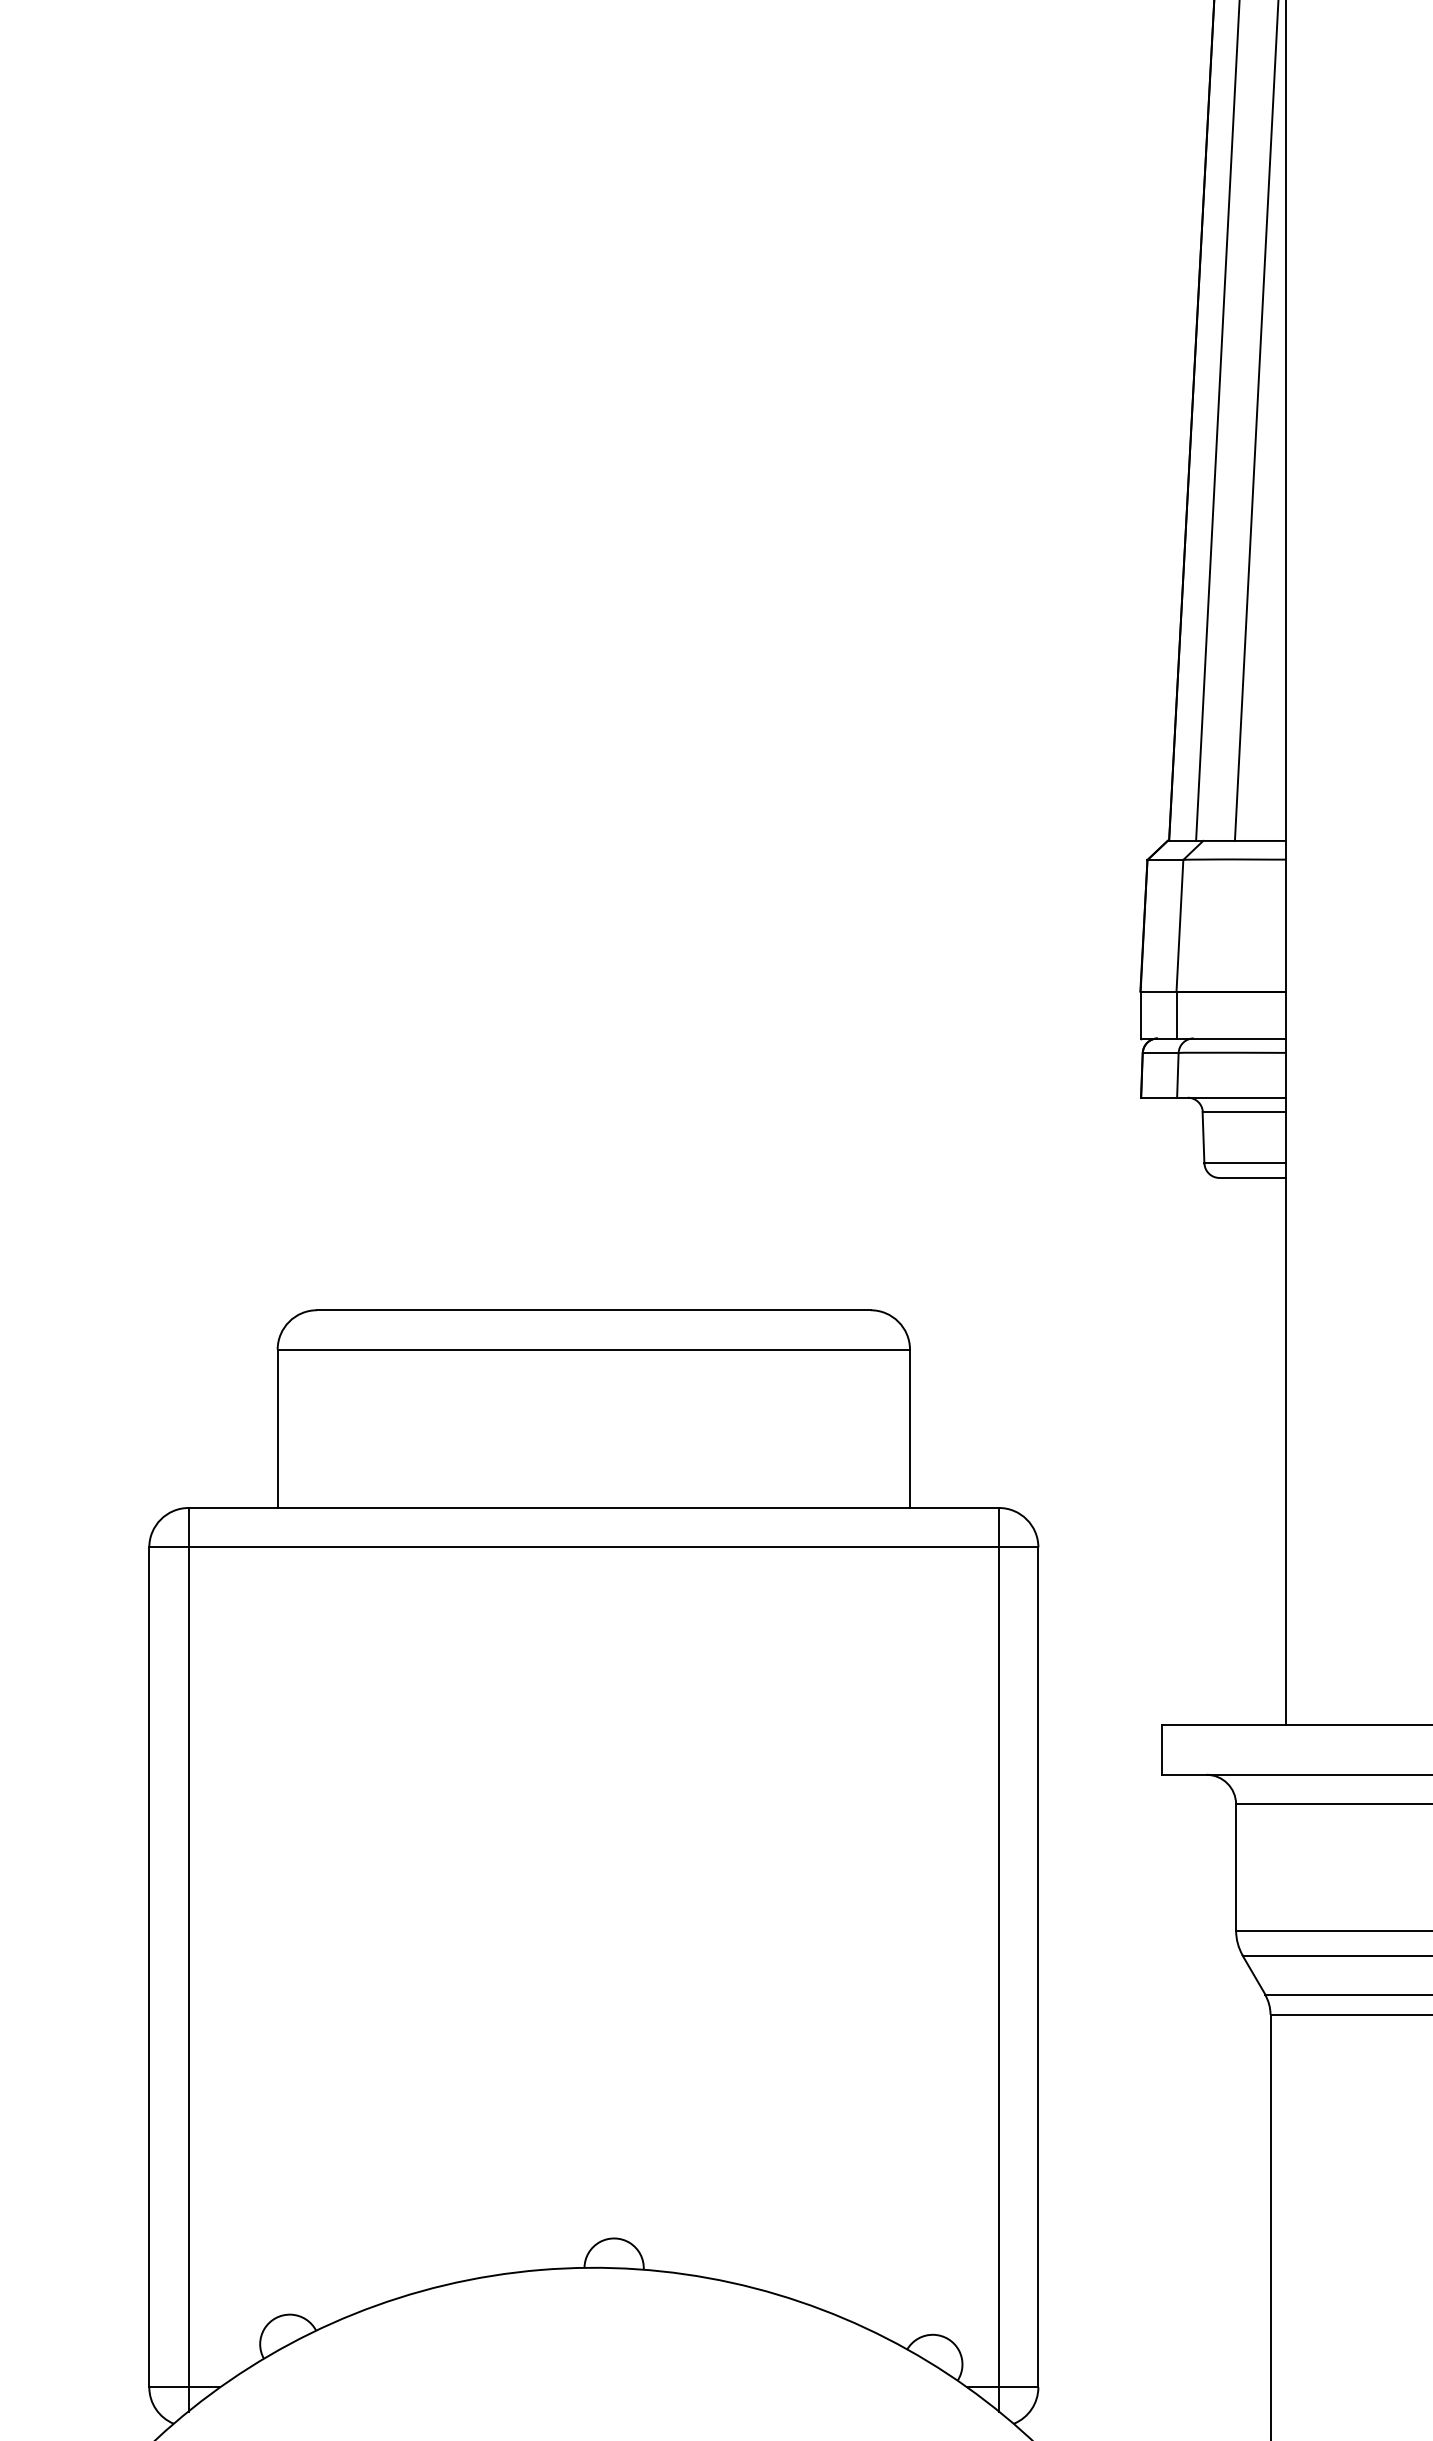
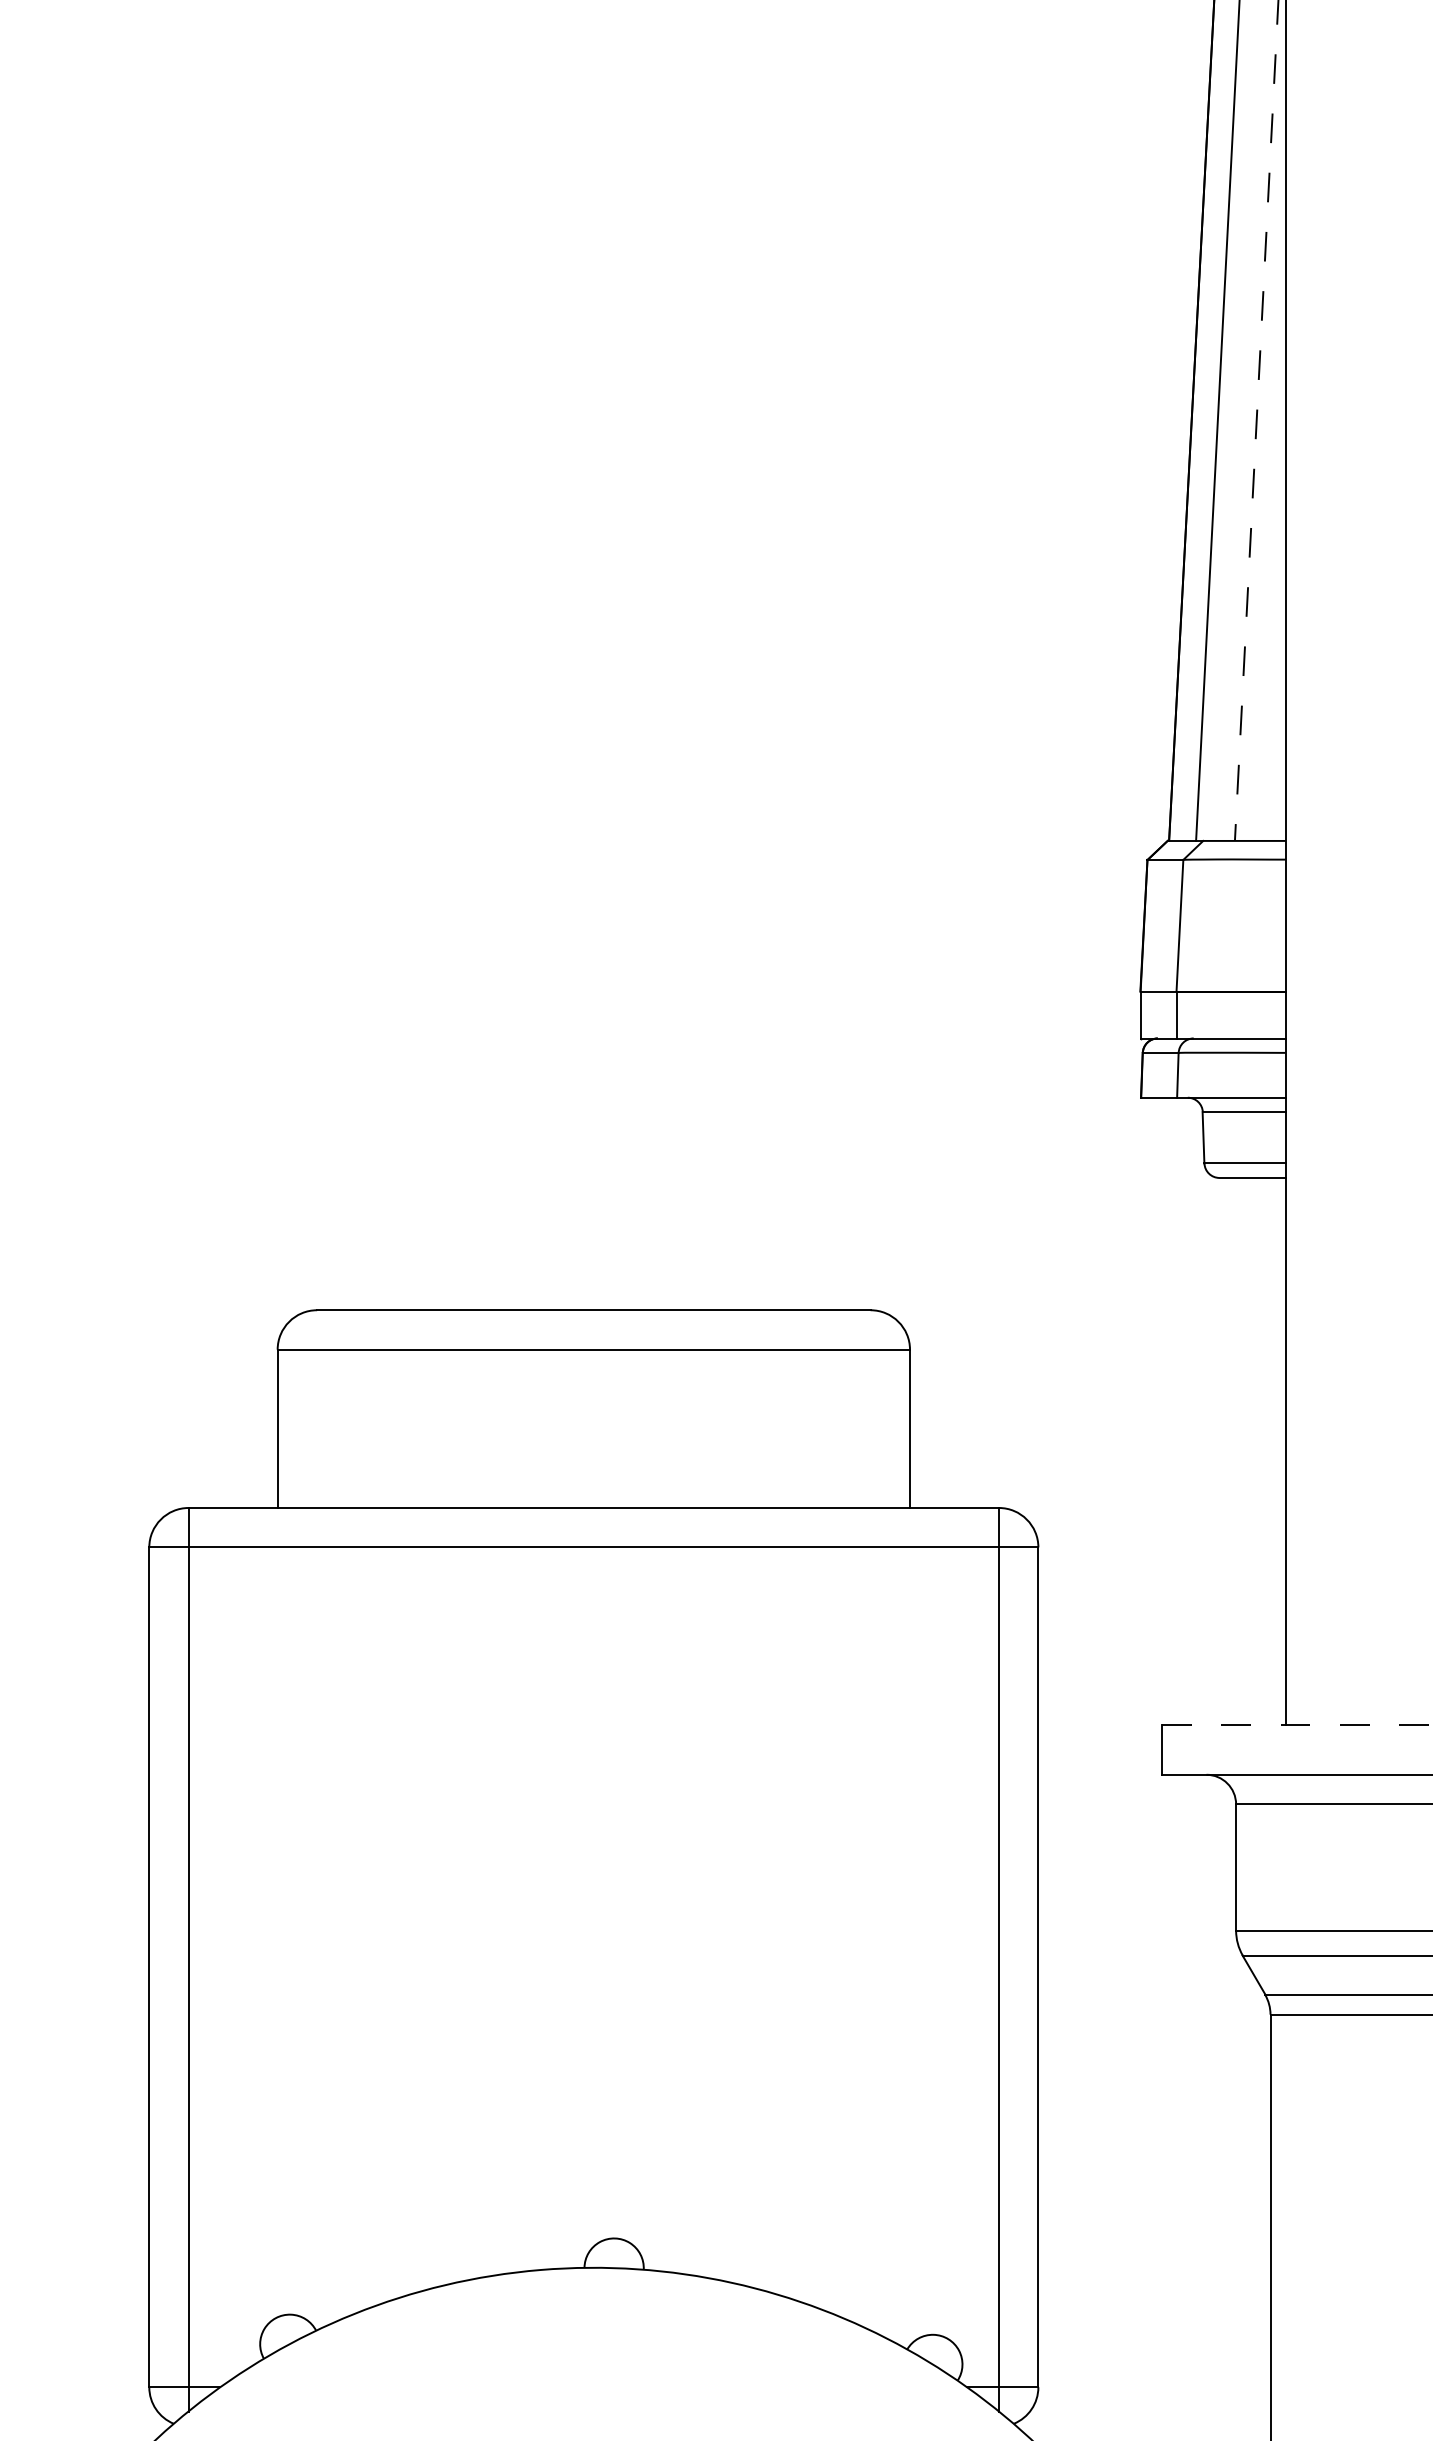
line at (1256, 420): solid -> dashed
line at (1298, 1725): solid -> dashed
